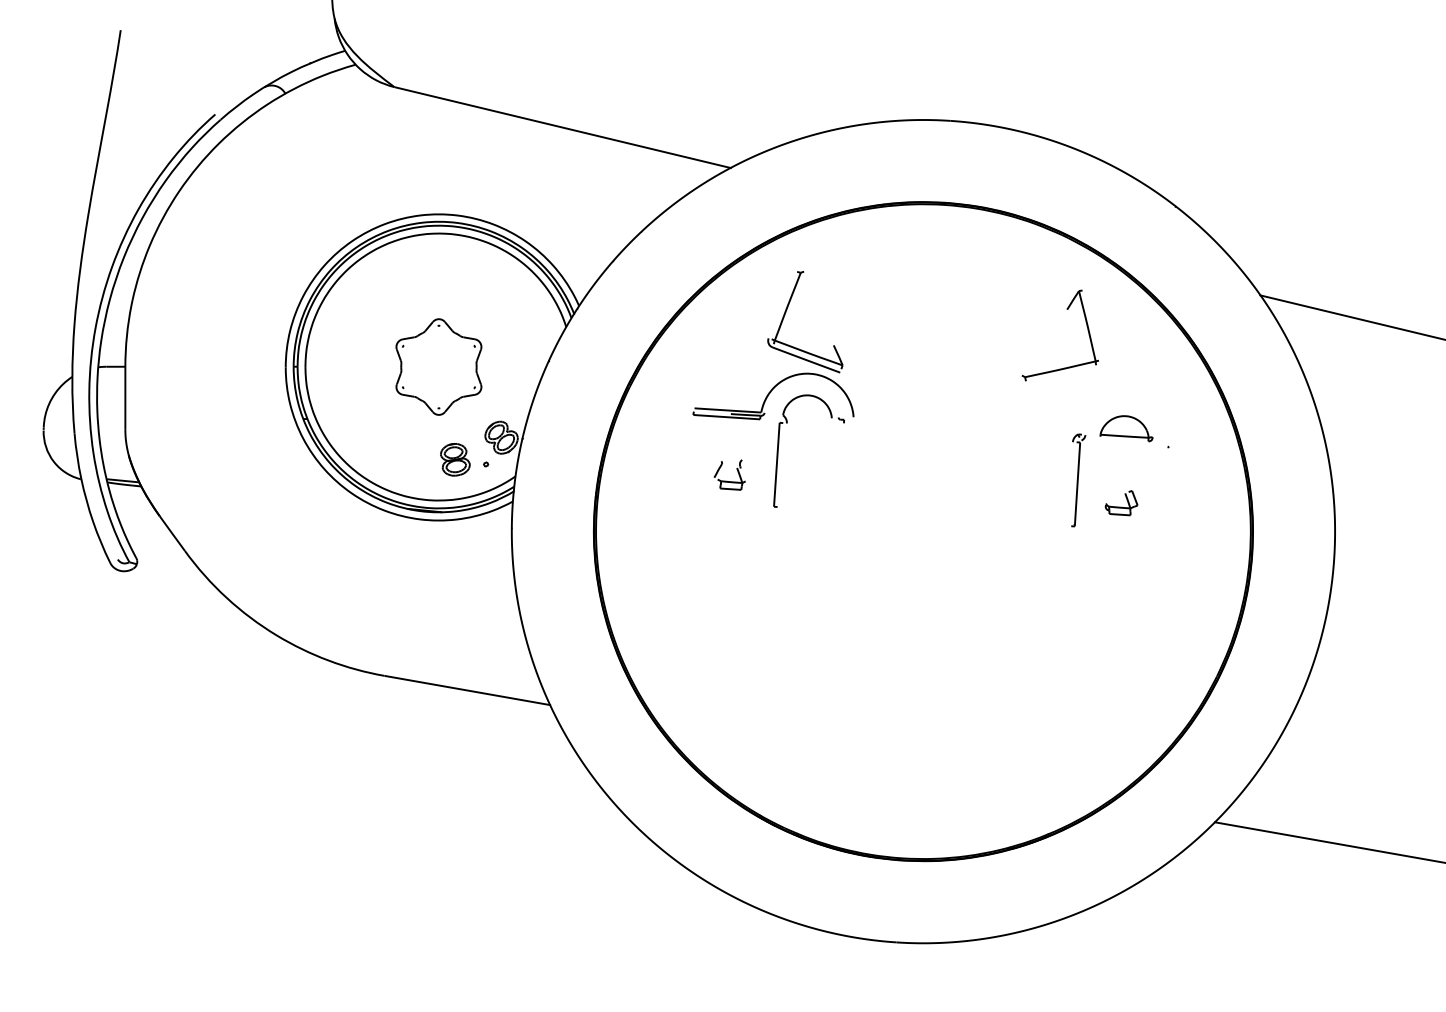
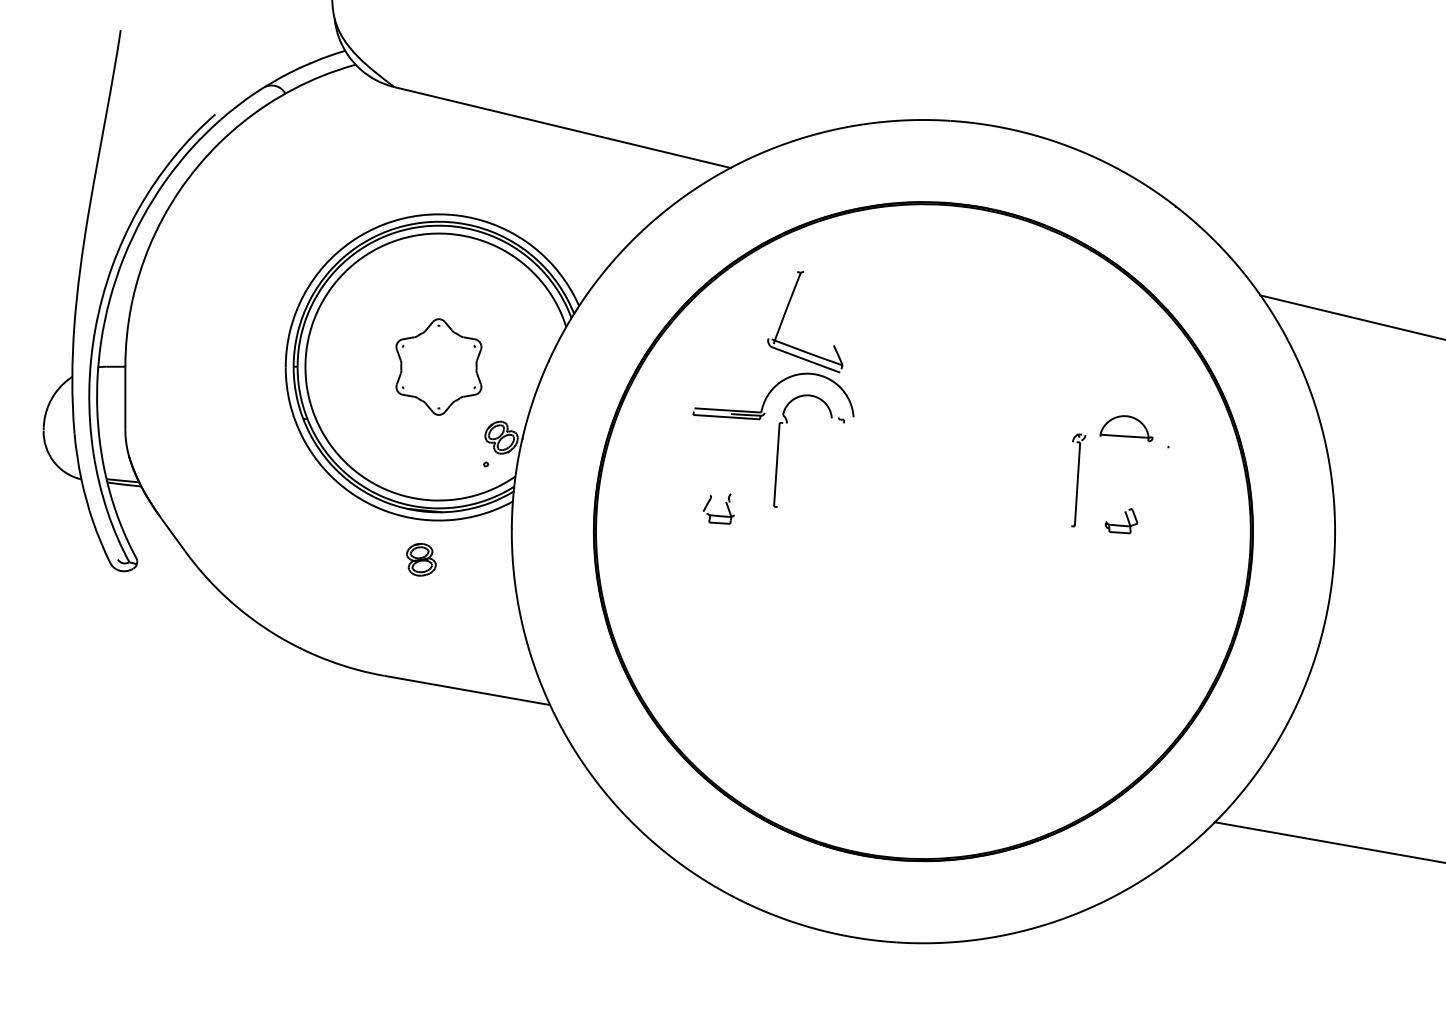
part at (1066, 309): present -> none
part at (455, 459) position: (455, 459) -> (421, 559)
part at (726, 480) position: (726, 480) -> (715, 514)
part at (1121, 503) position: (1121, 503) -> (1121, 521)
